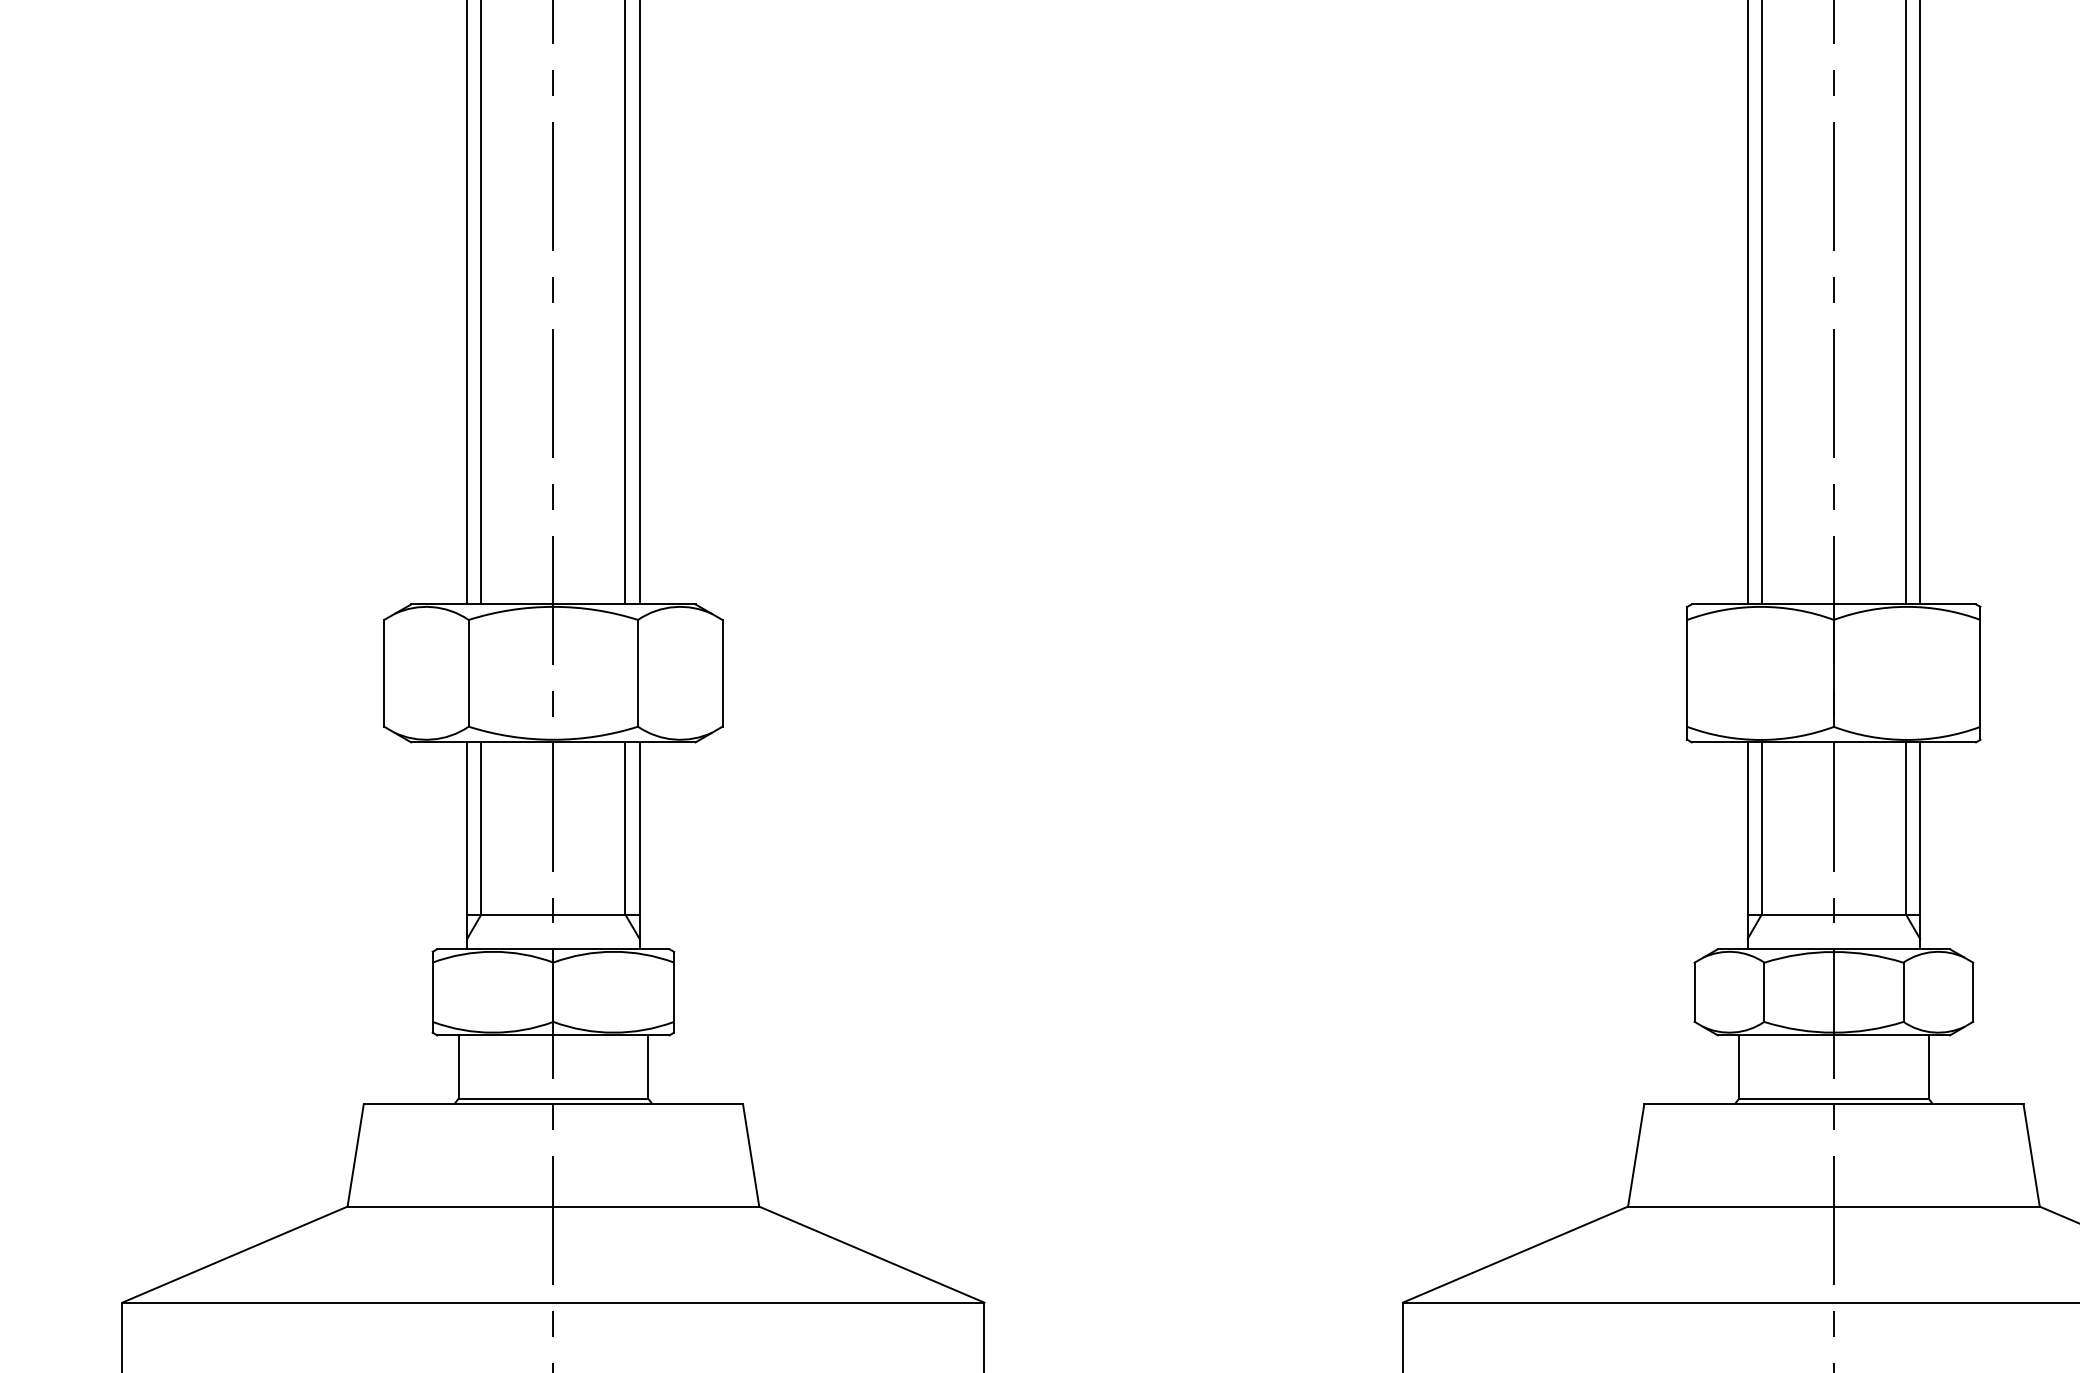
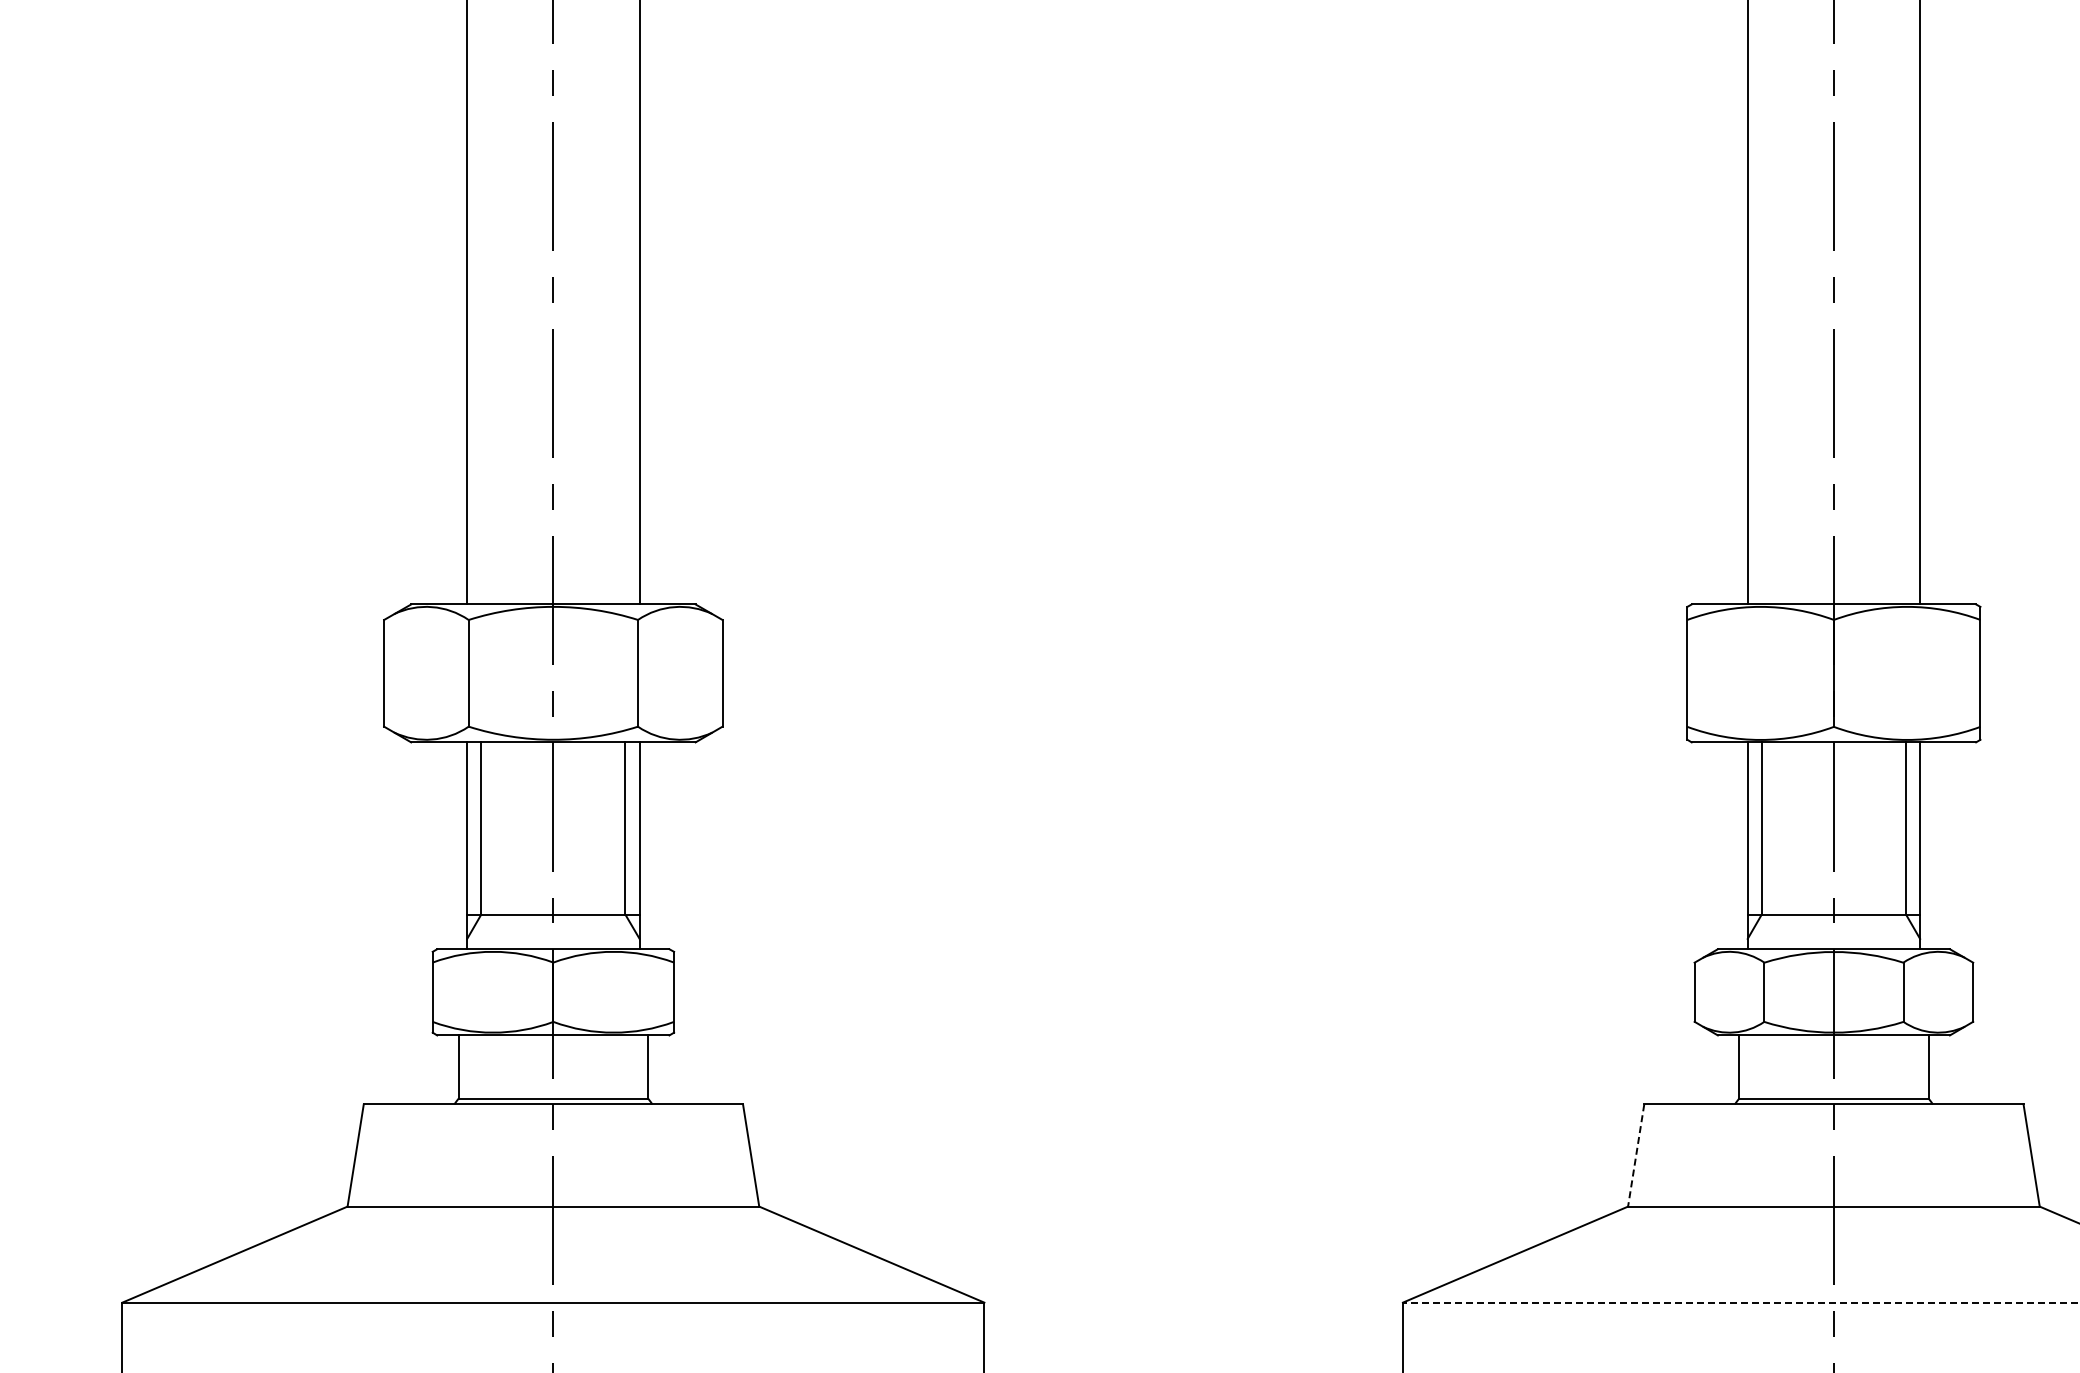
line at (481, 303): present -> none
line at (625, 303): present -> none
line at (1761, 303): present -> none
line at (1906, 303): present -> none
line at (1636, 1155): solid -> dashed
line at (1740, 1302): solid -> dashed
